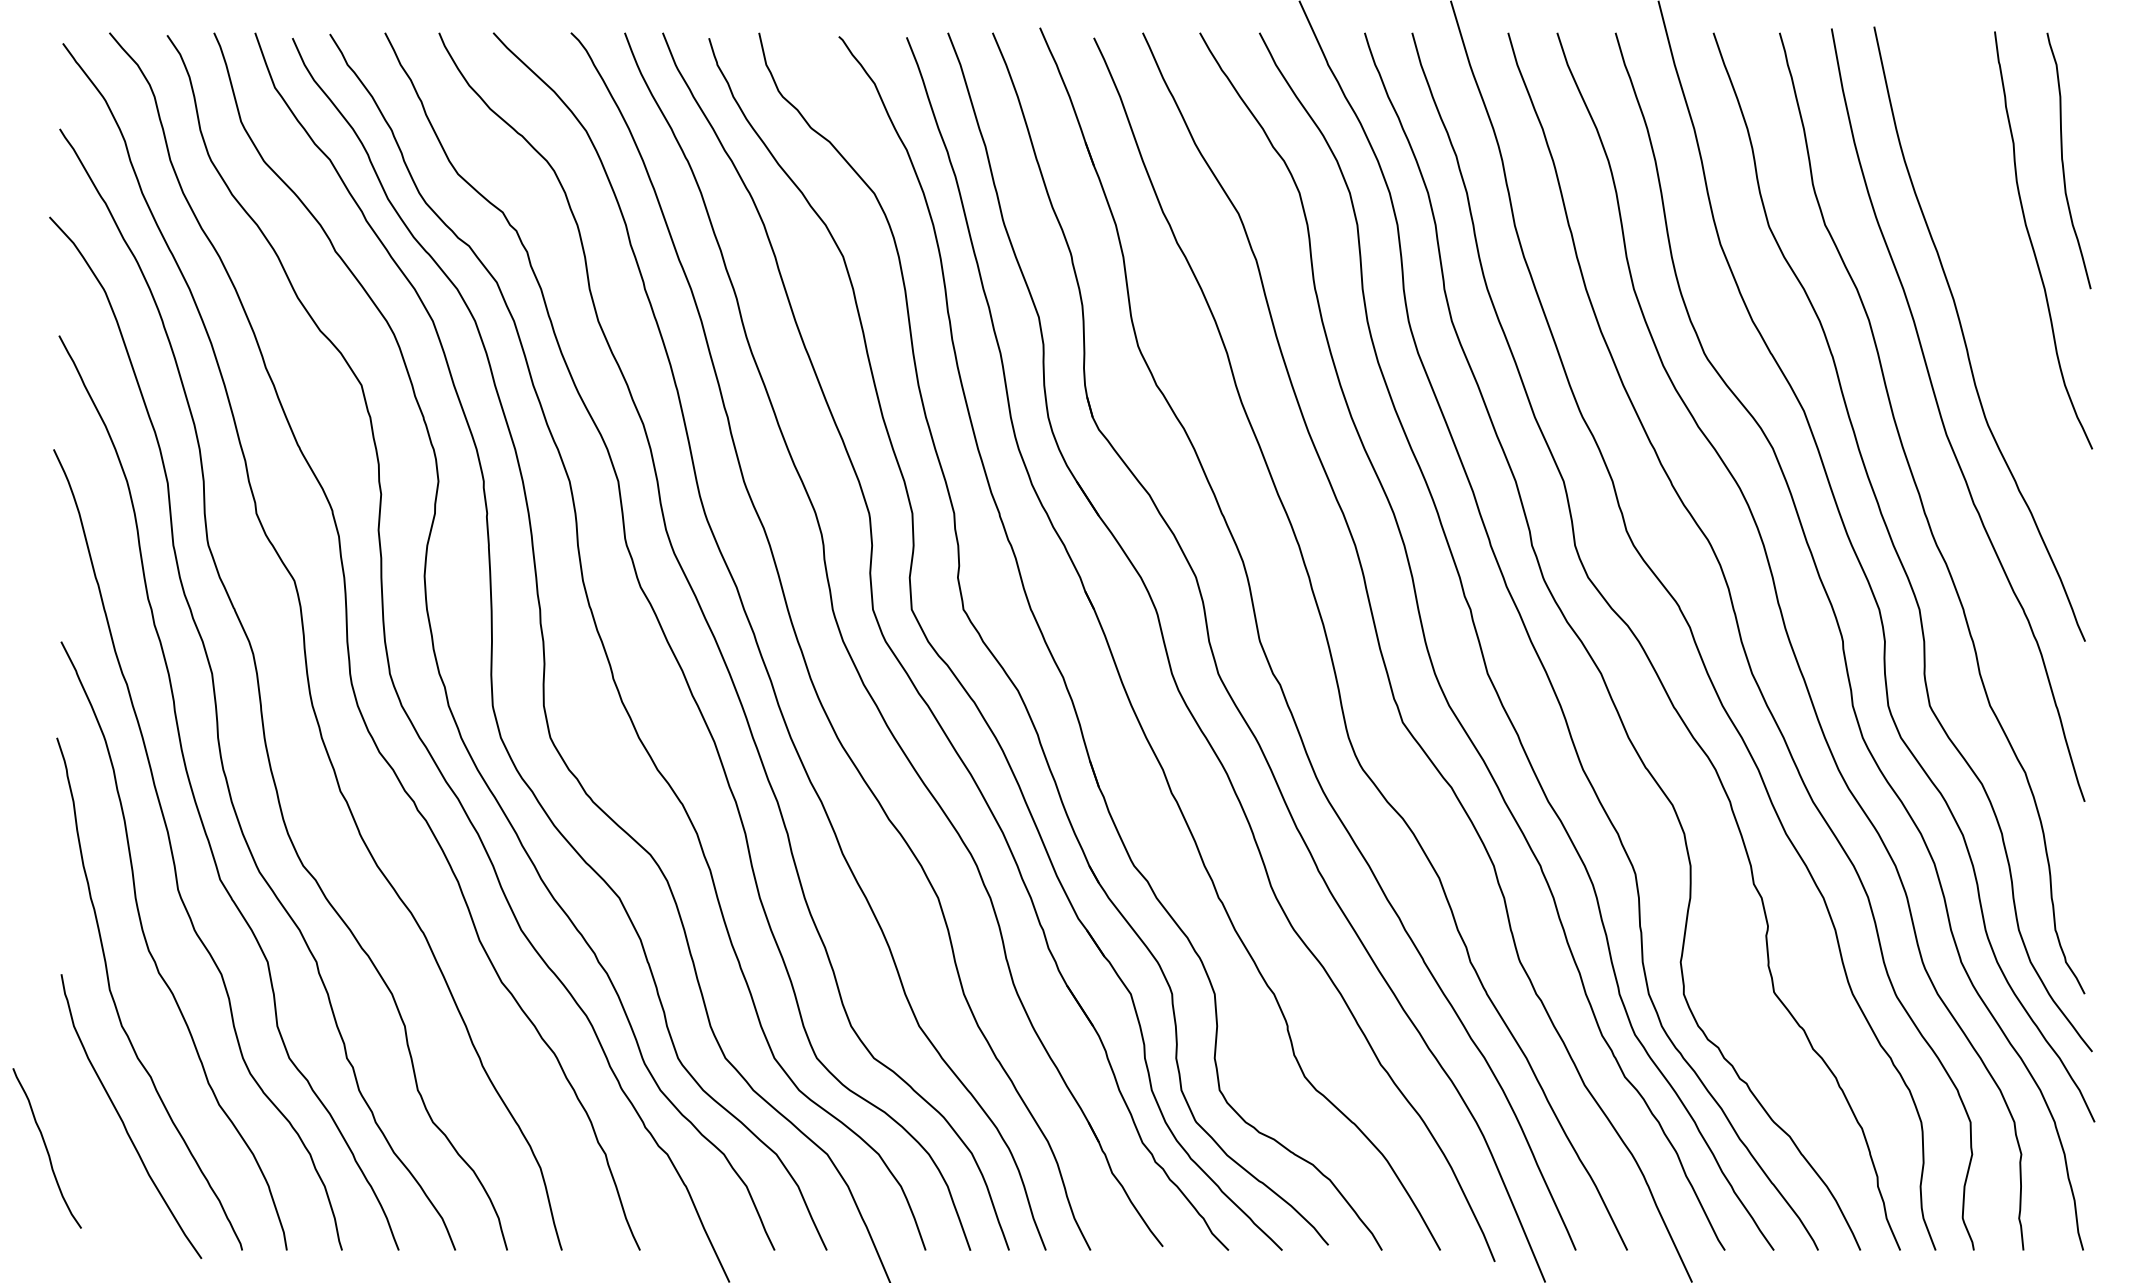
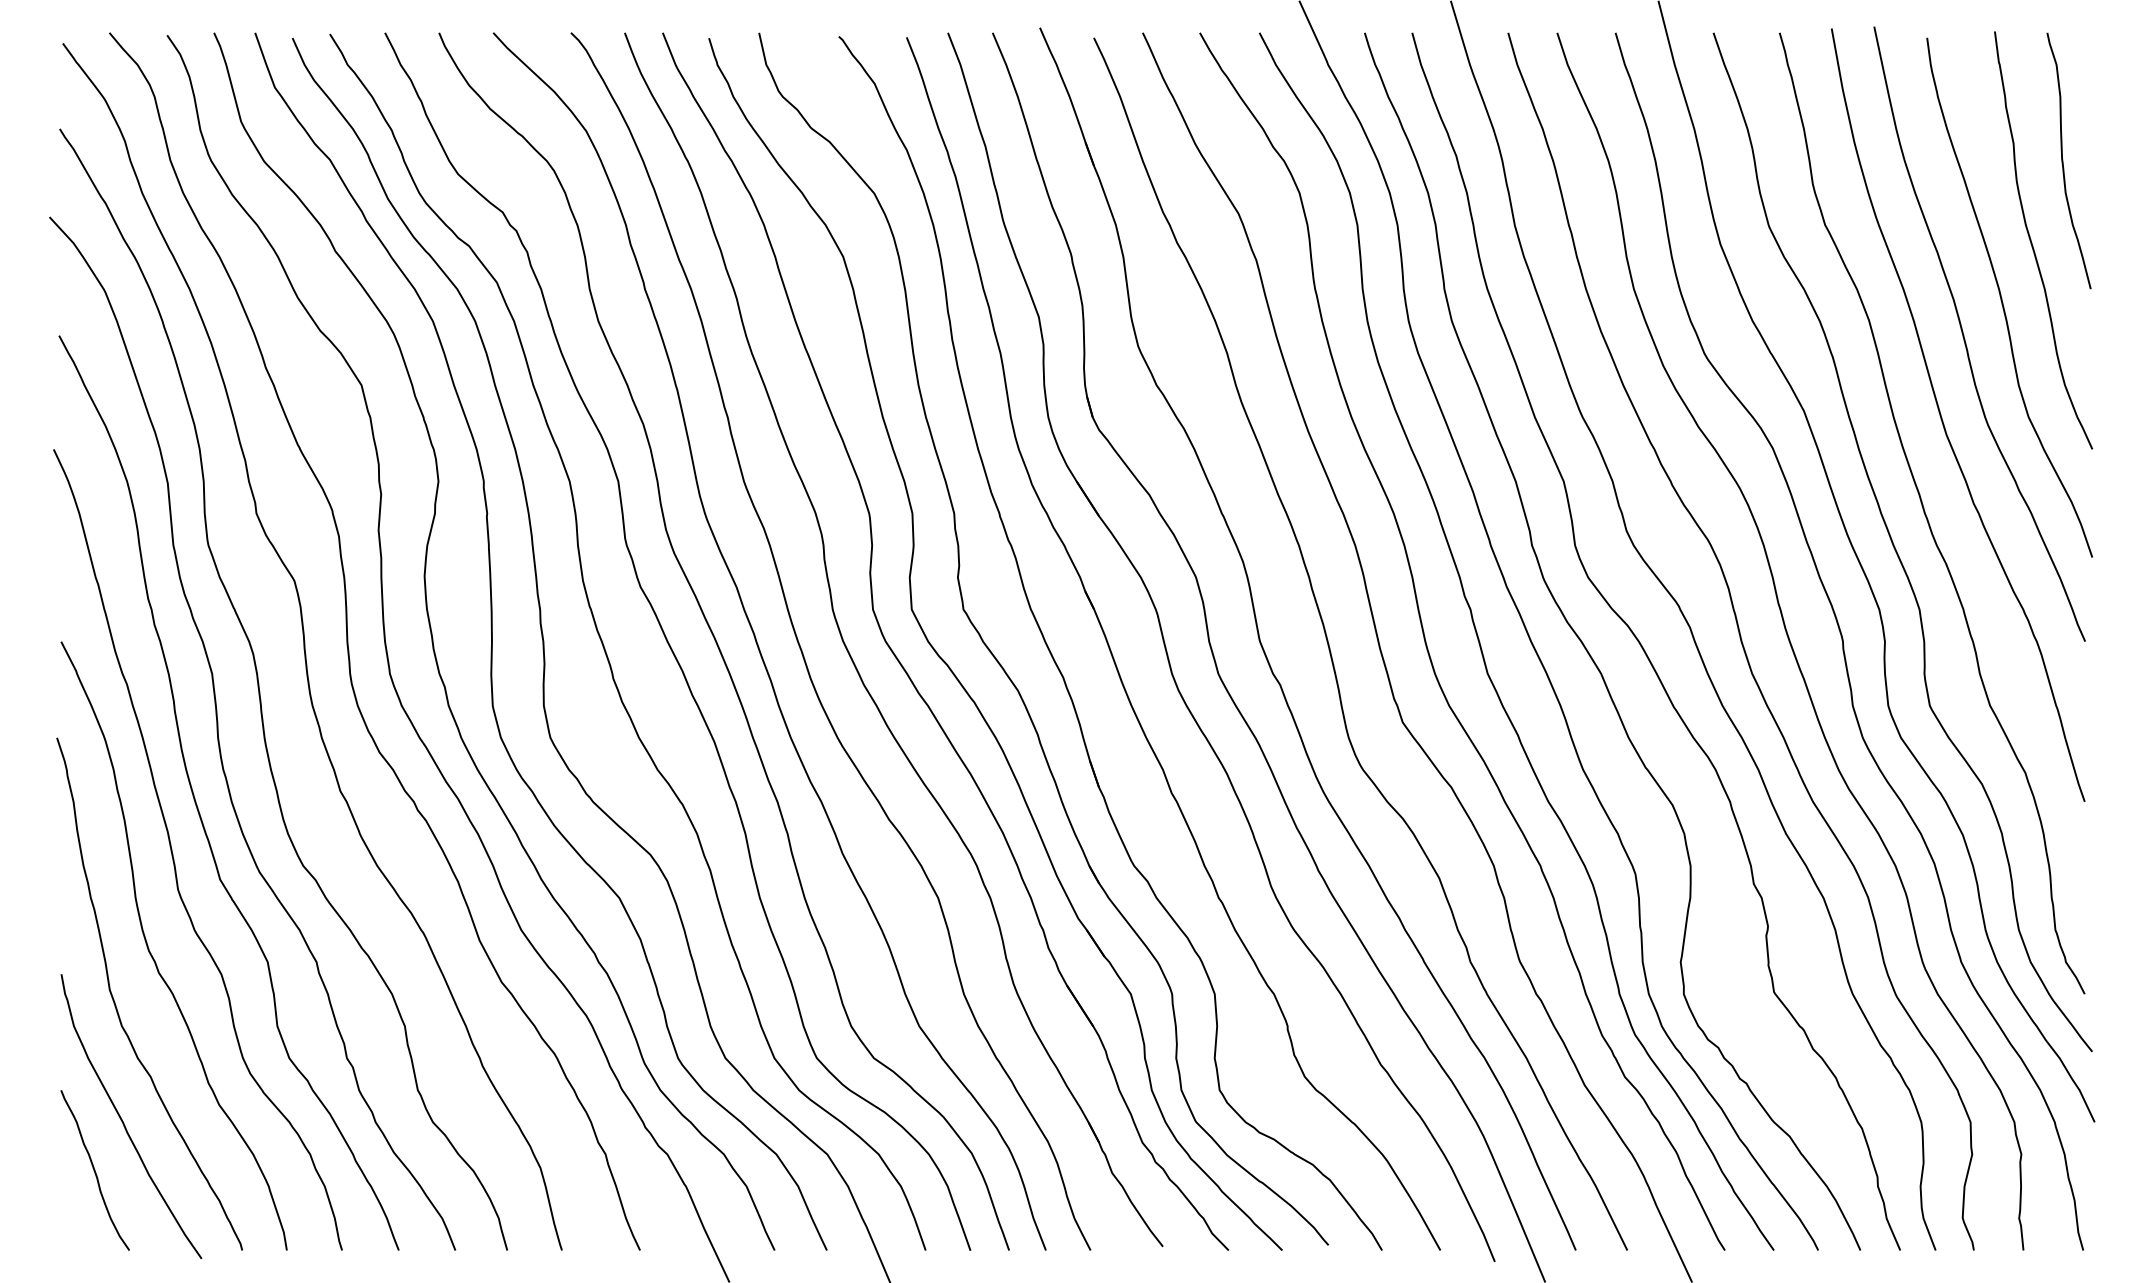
curve at (2002, 298): none -> present
curve at (46, 1148) position: (46, 1148) -> (94, 1170)
